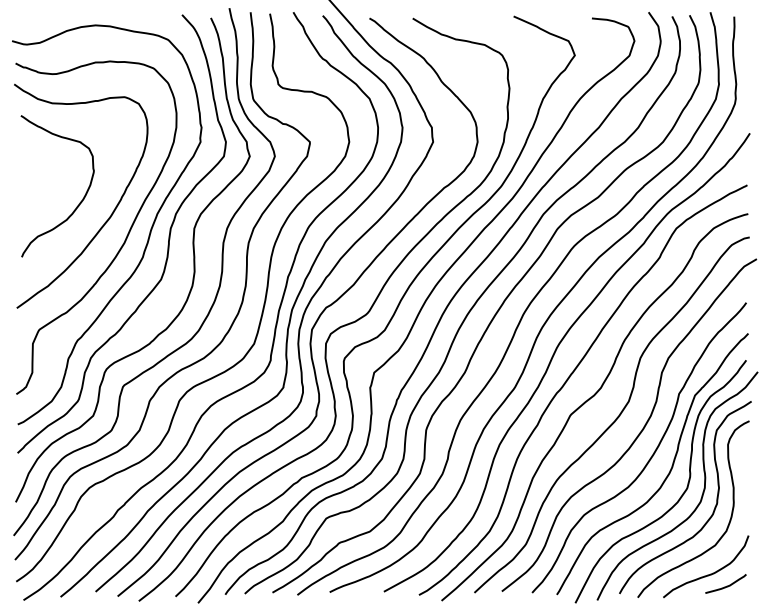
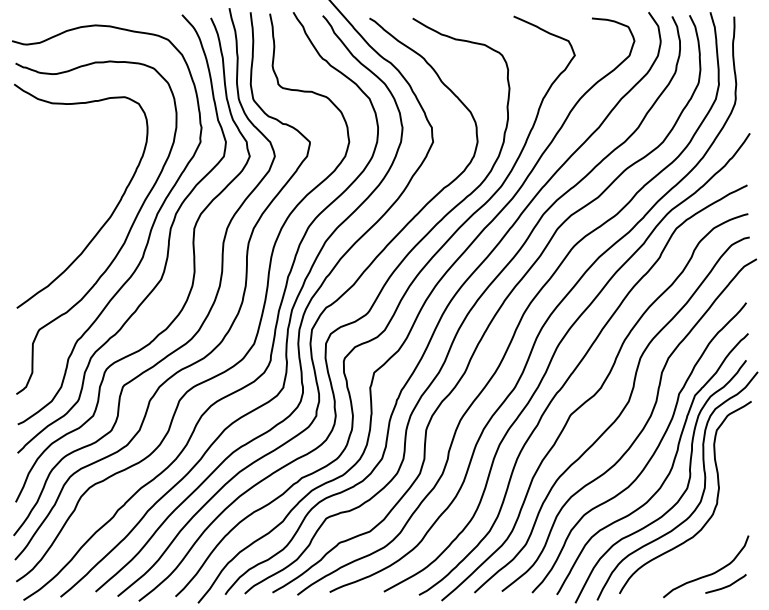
curve at (79, 202): present -> none
curve at (729, 519): present -> none
